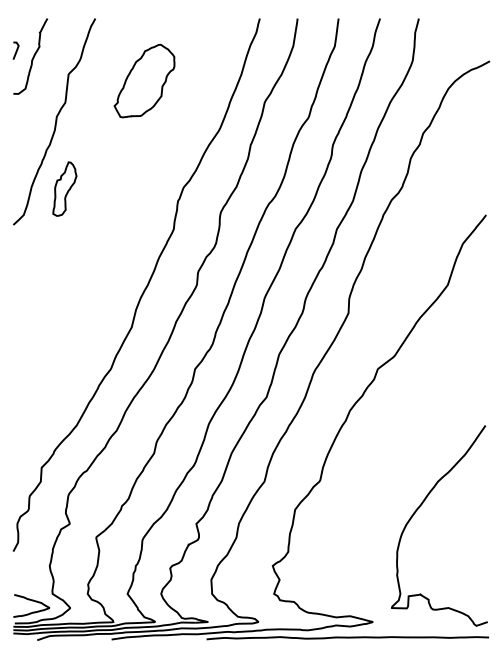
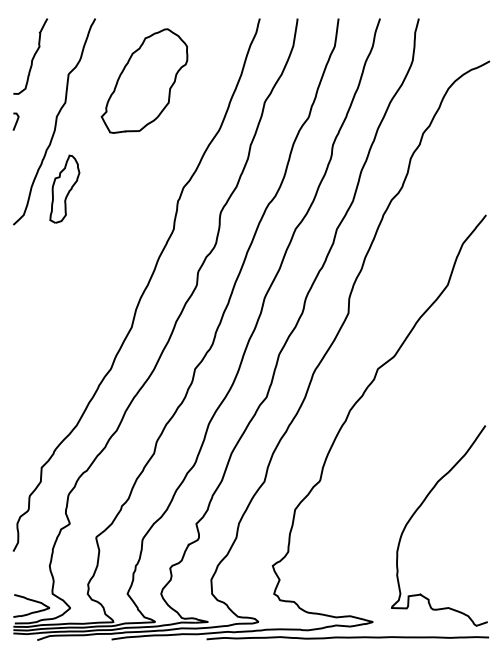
line at (16, 50) position: (16, 50) -> (16, 121)
part at (144, 80) size: 63x76 px -> 89x106 px
part at (64, 188) size: 26x56 px -> 32x70 px
